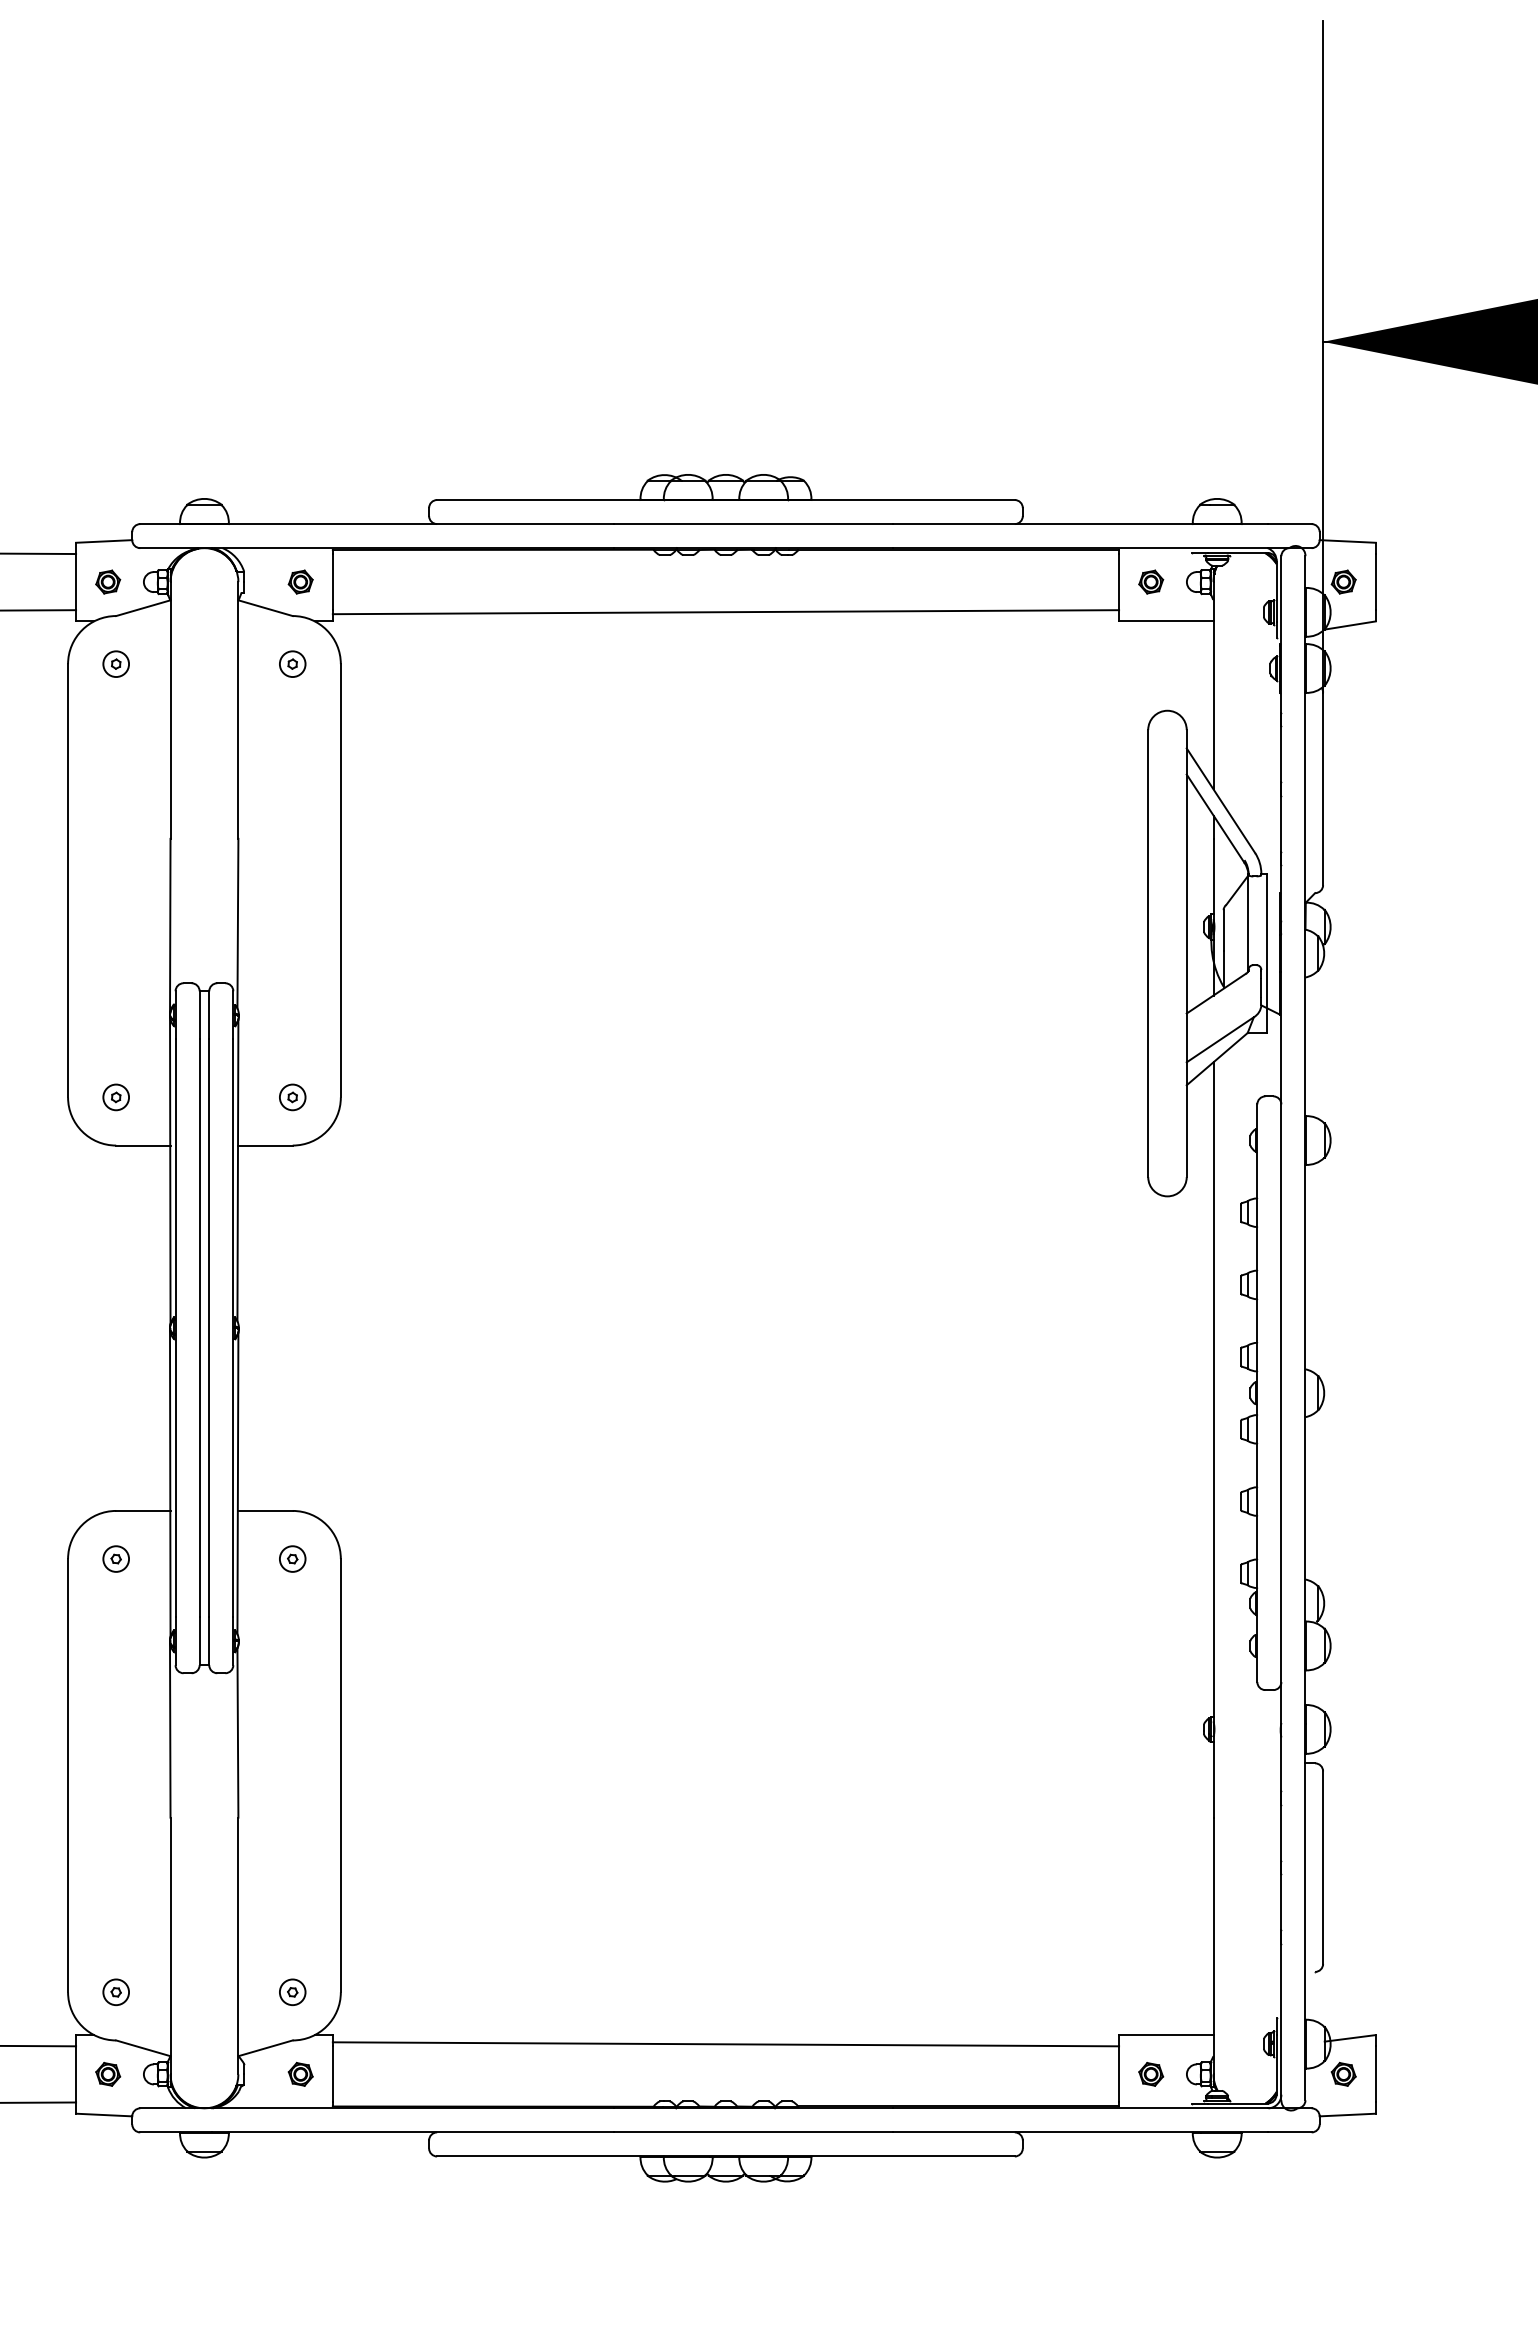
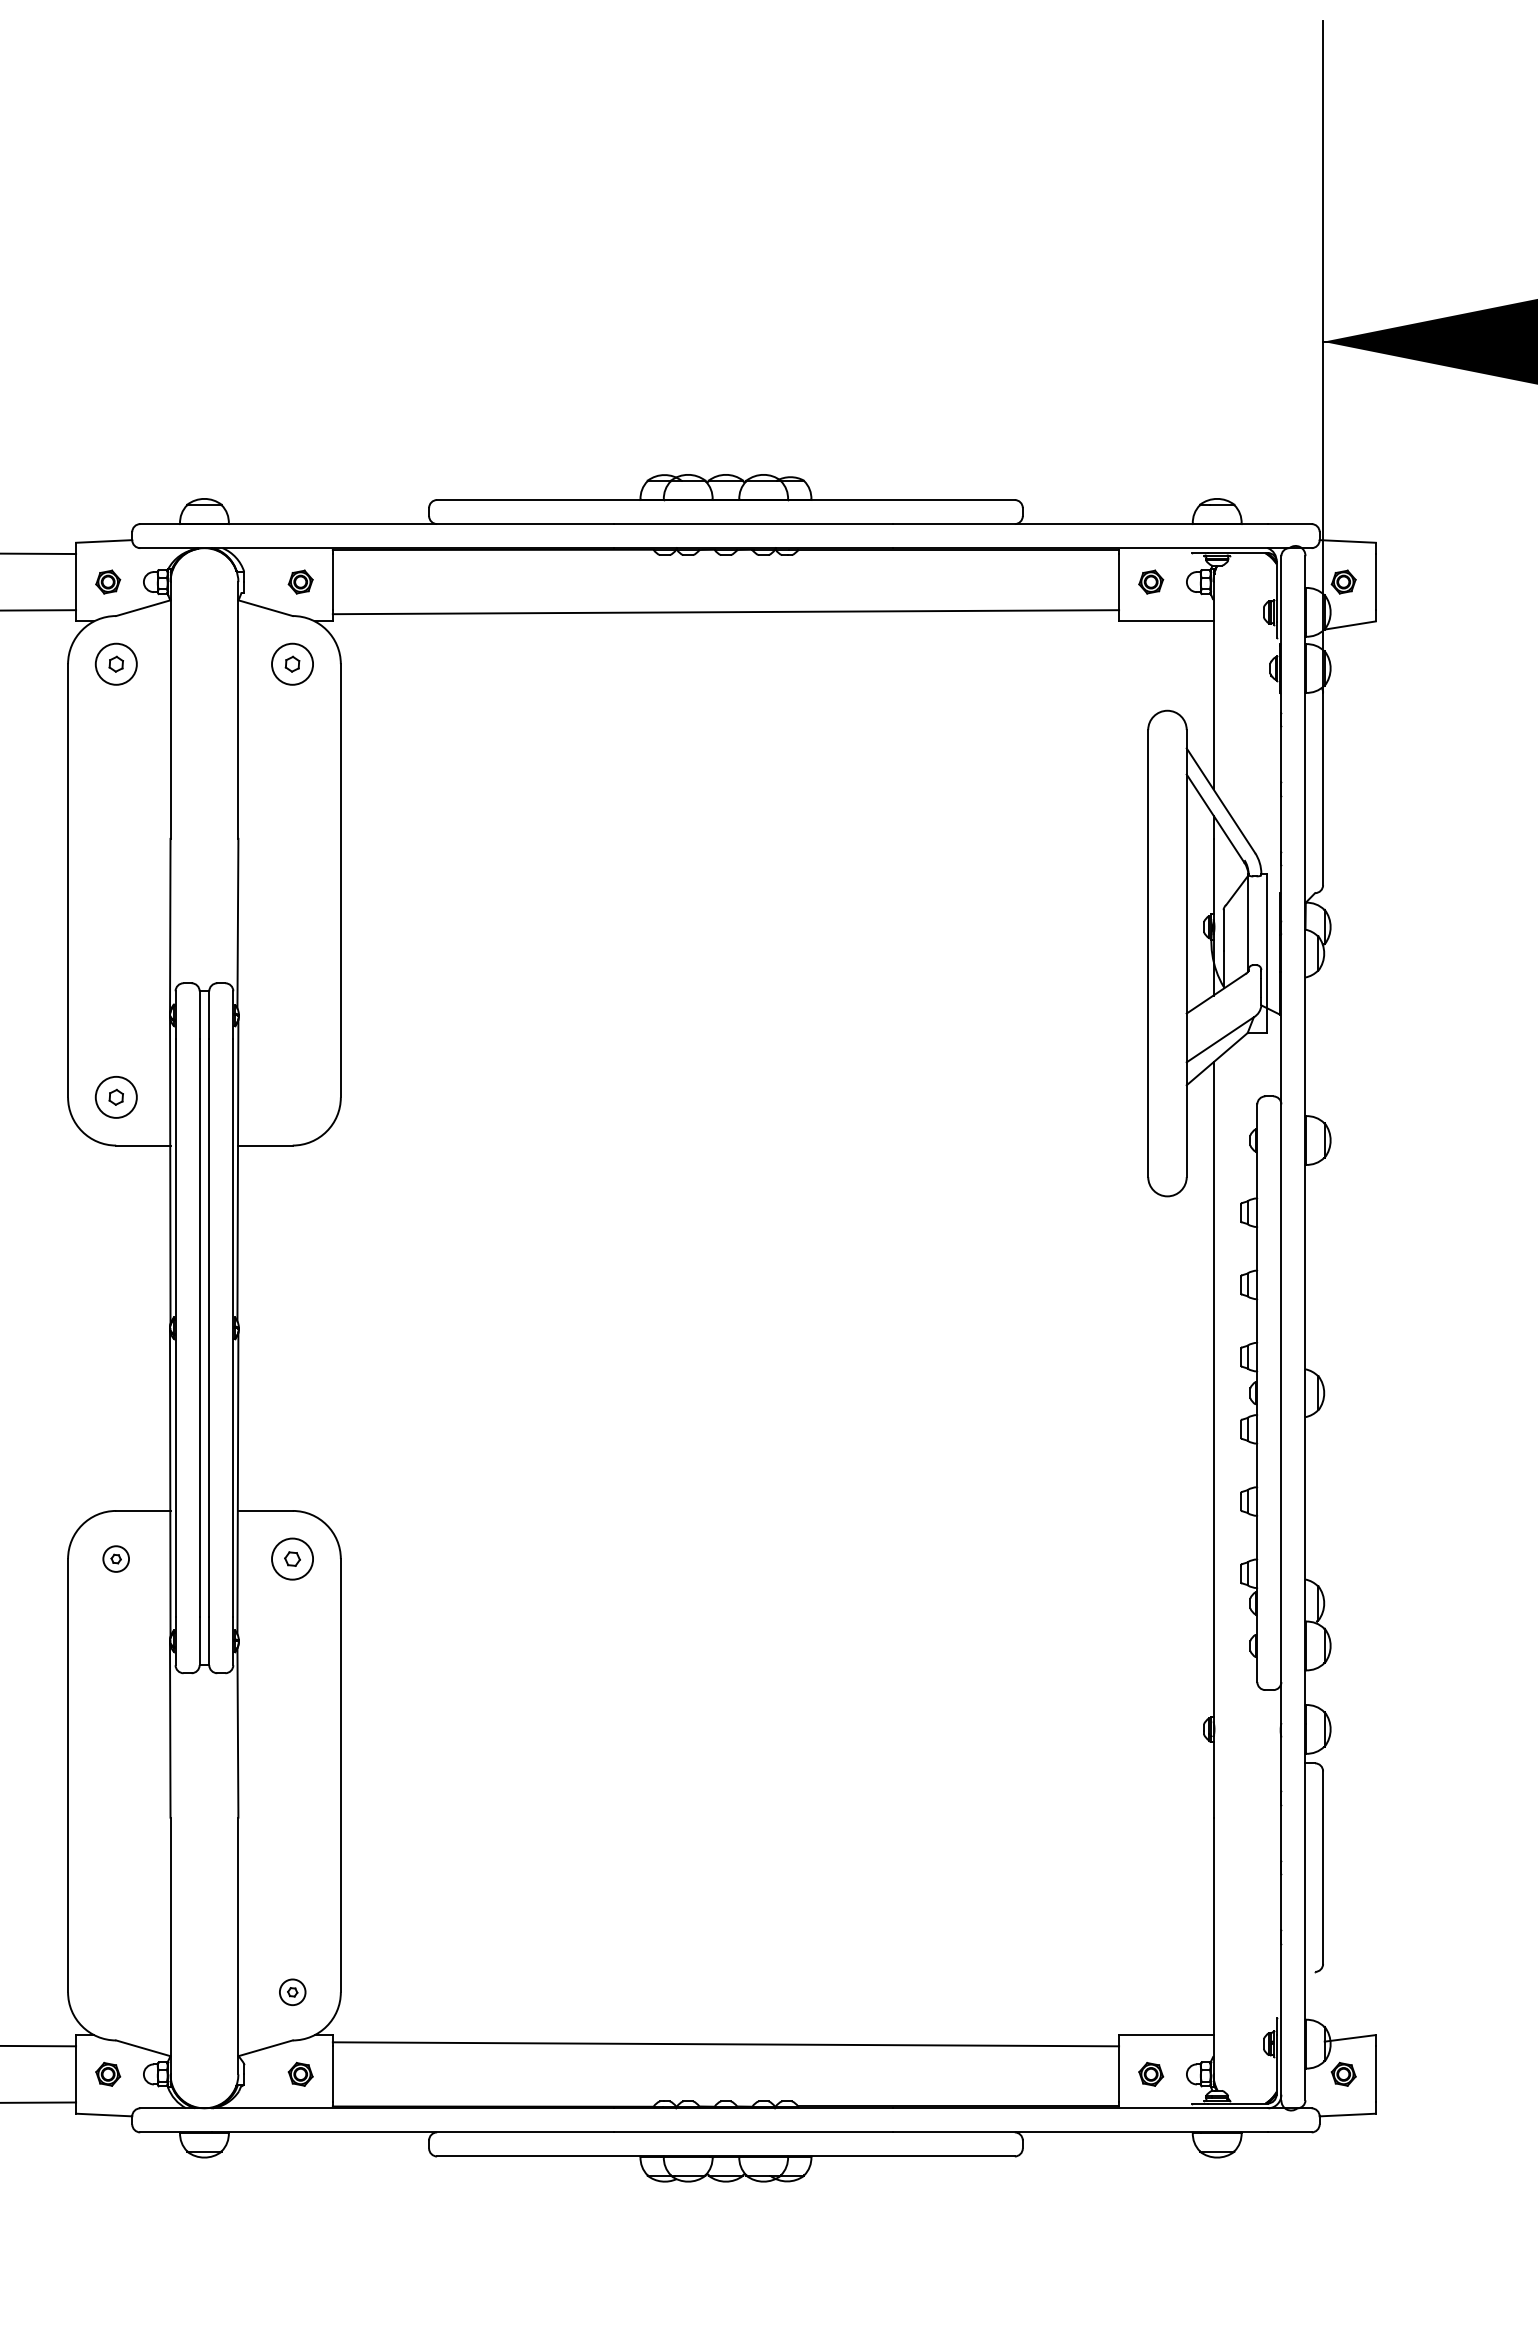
part at (115, 663) size: 28x28 px -> 44x44 px
part at (292, 663) size: 28x28 px -> 43x44 px
part at (115, 1097) size: 28x29 px -> 44x43 px
part at (292, 1097): present -> none
part at (292, 1558) size: 28x28 px -> 43x44 px
part at (115, 1991): present -> none
